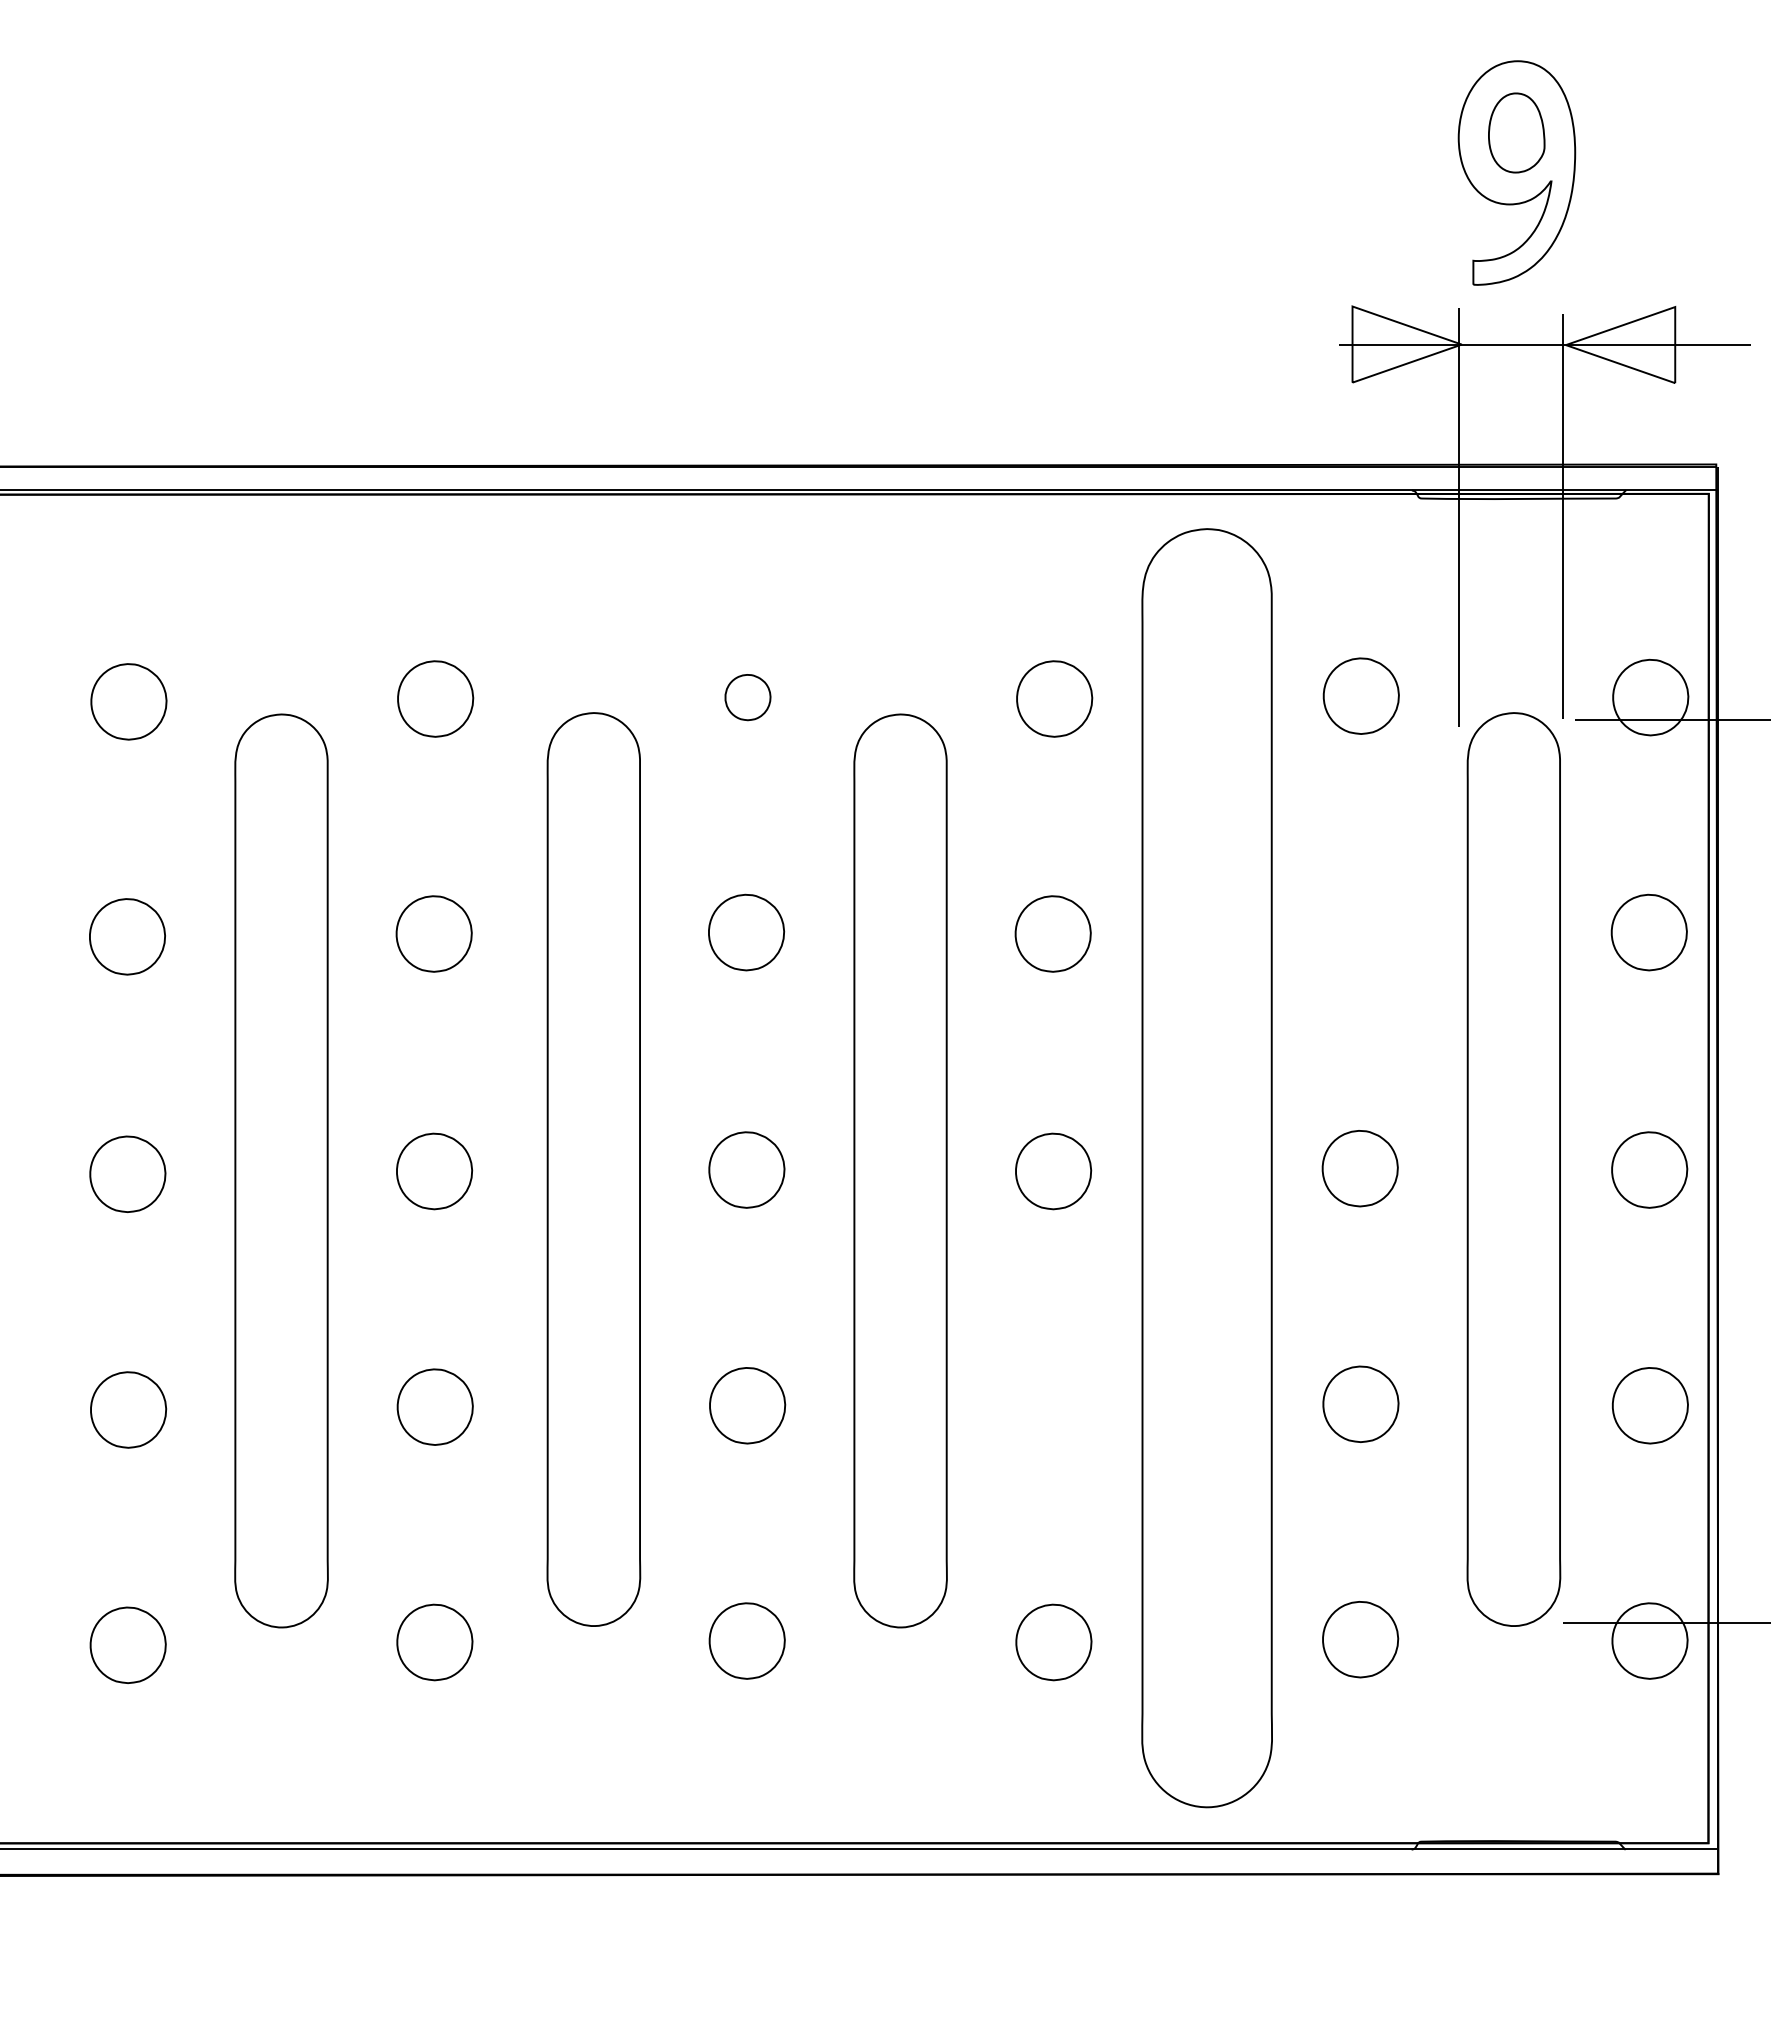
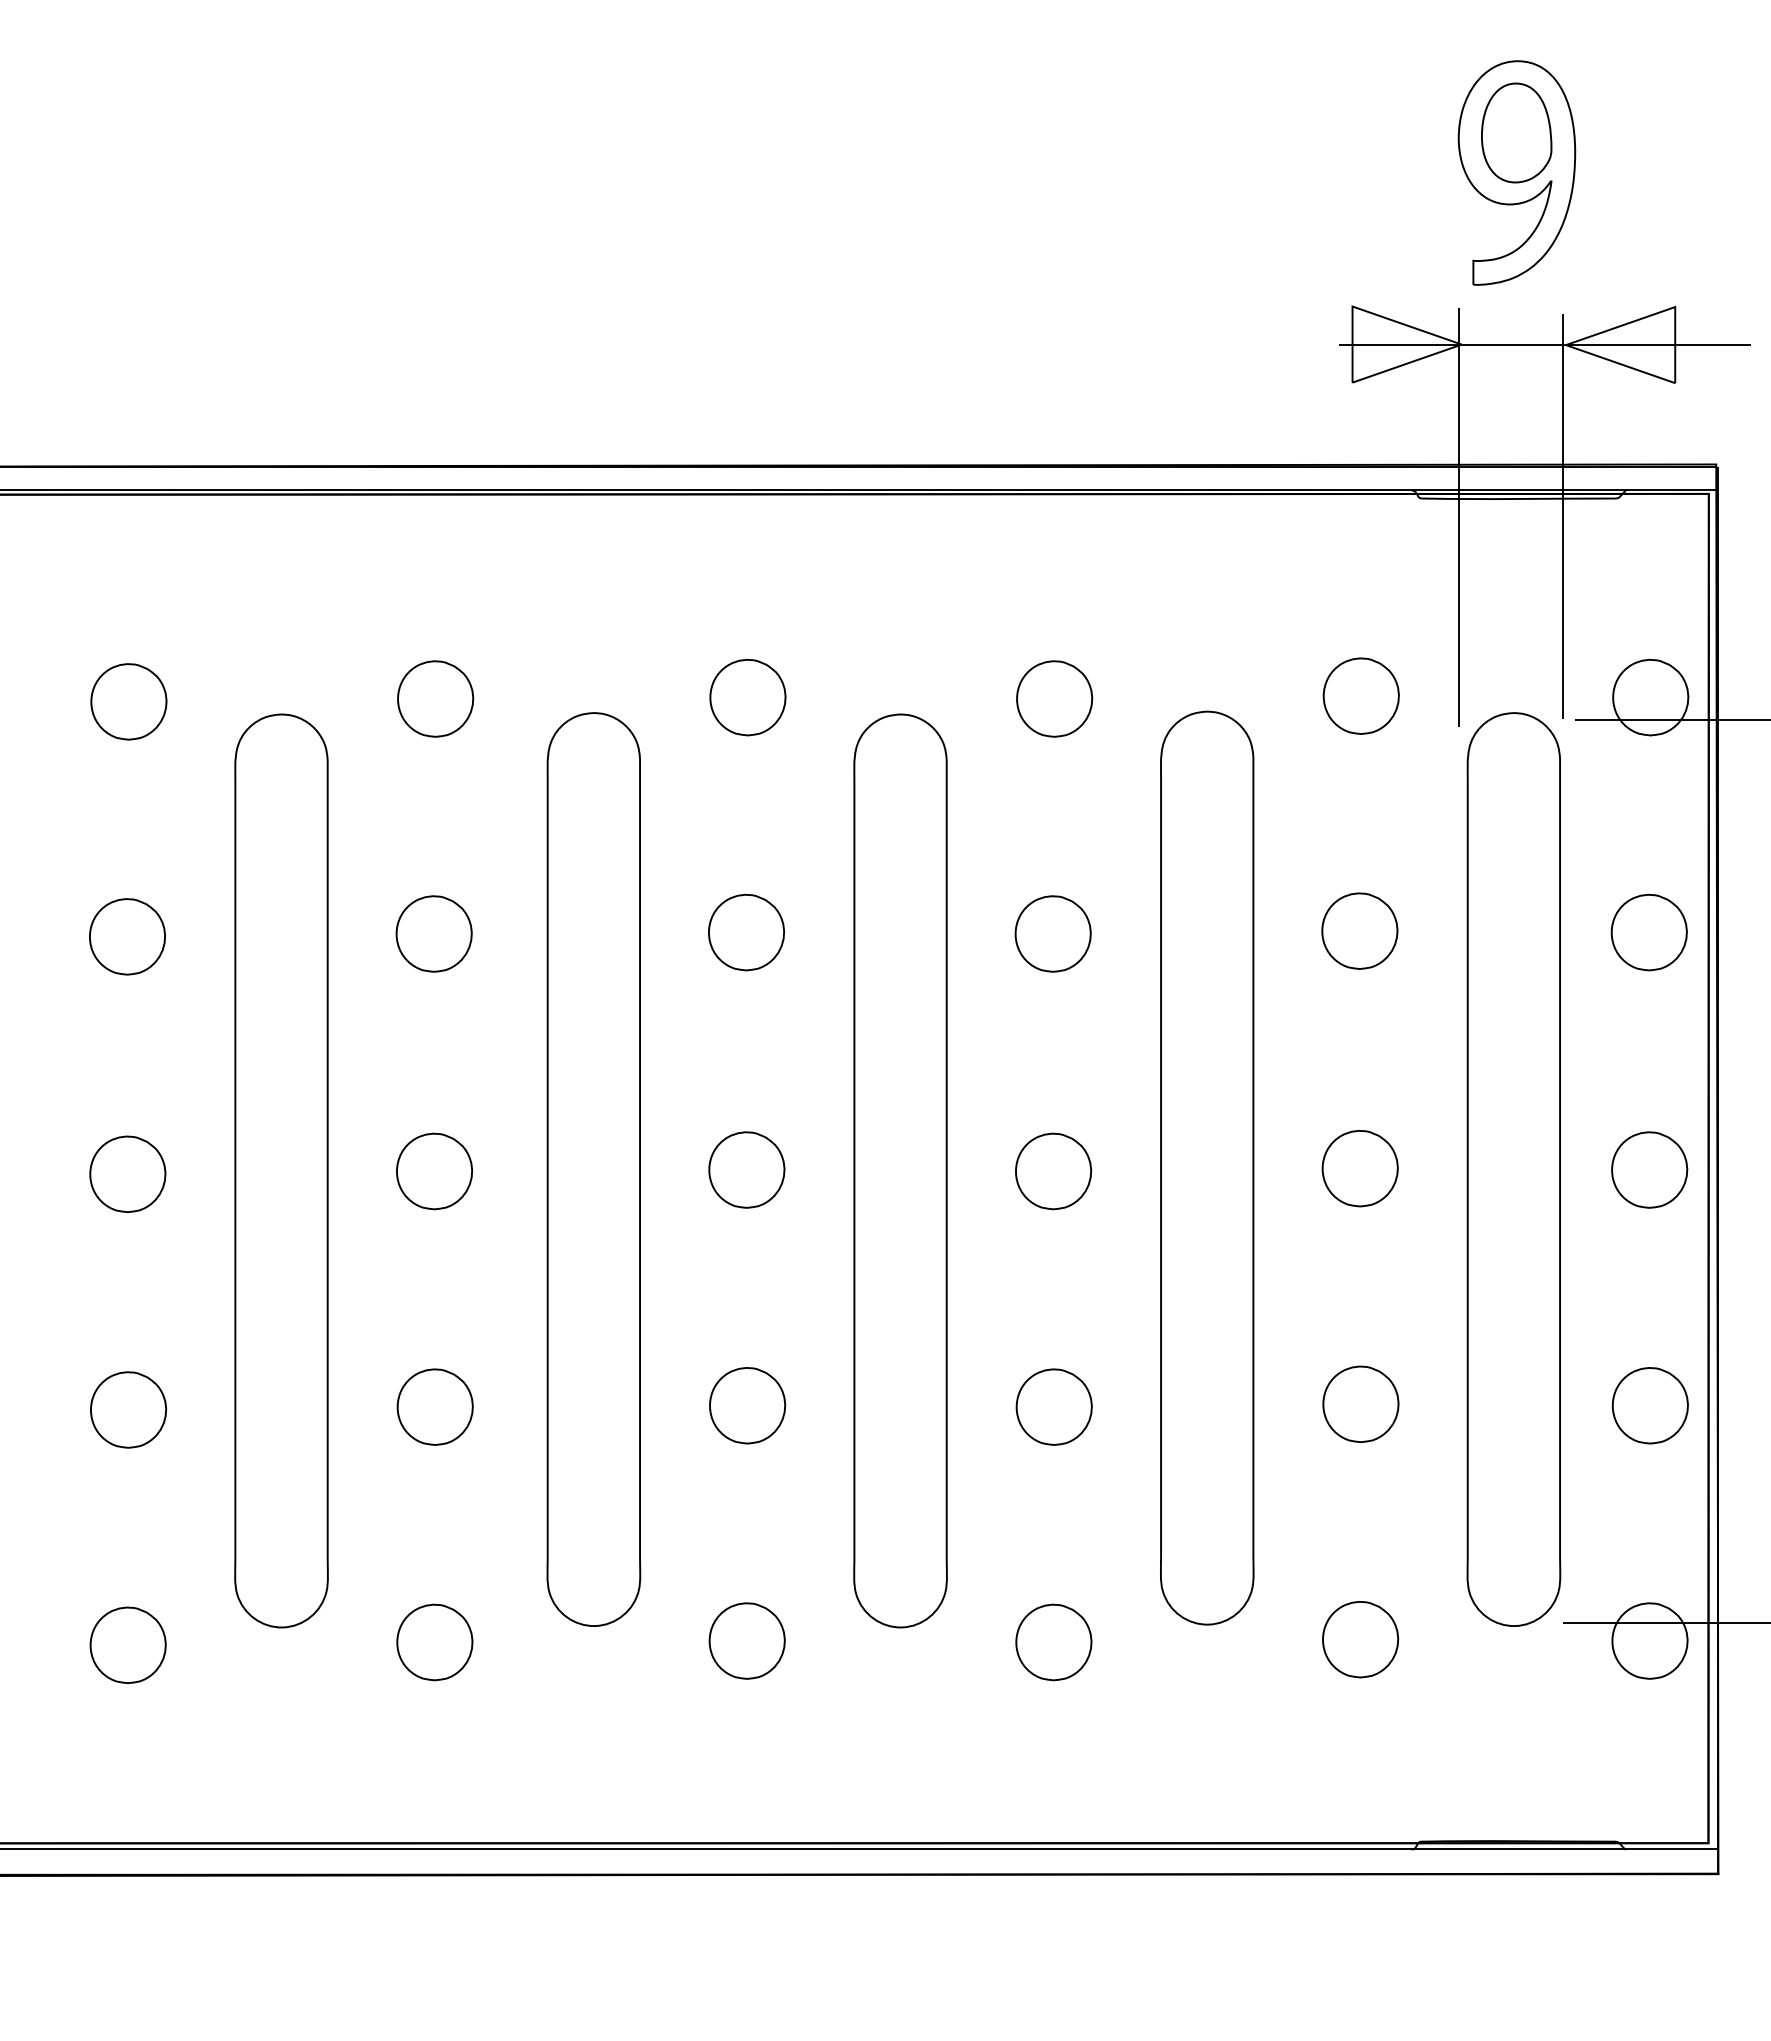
part at (1516, 132) size: 58x82 px -> 72x102 px
part at (747, 697) size: 48x48 px -> 78x79 px
part at (1359, 930): none -> present
part at (1206, 1168) size: 132x1281 px -> 95x916 px
part at (1053, 1406): none -> present
